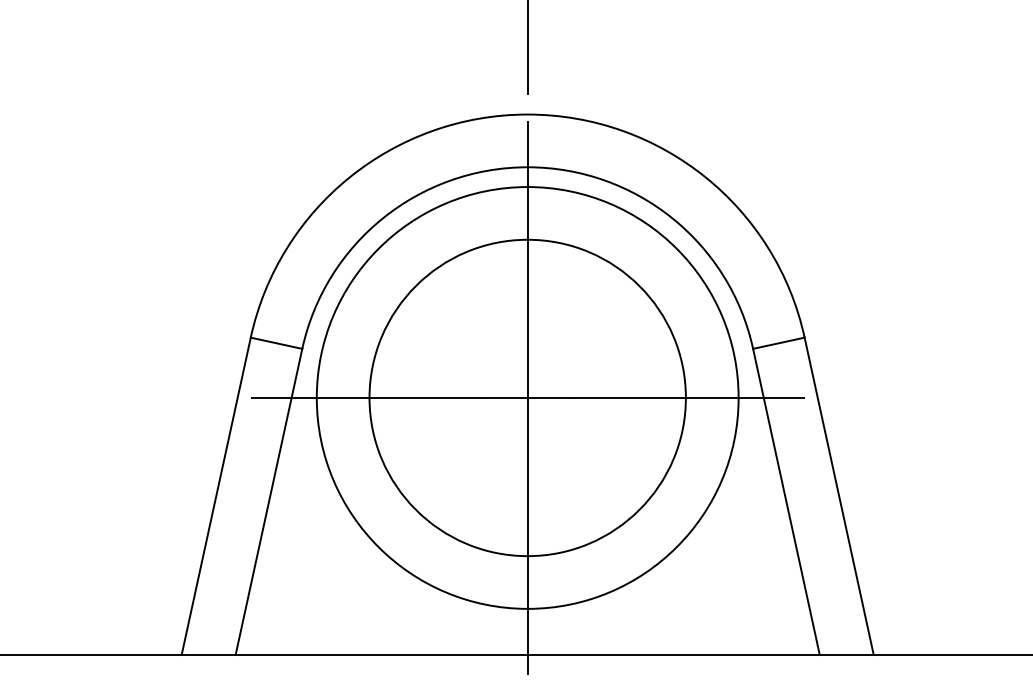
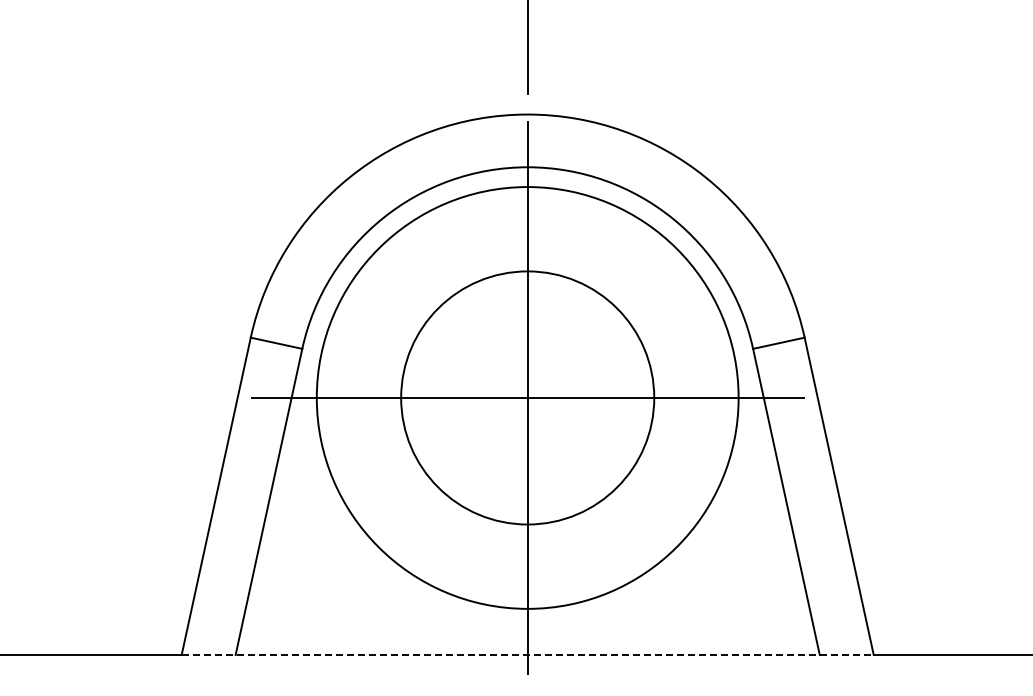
circle at (527, 397) diameter: 316 px -> 253 px
line at (528, 655): solid -> dashed
